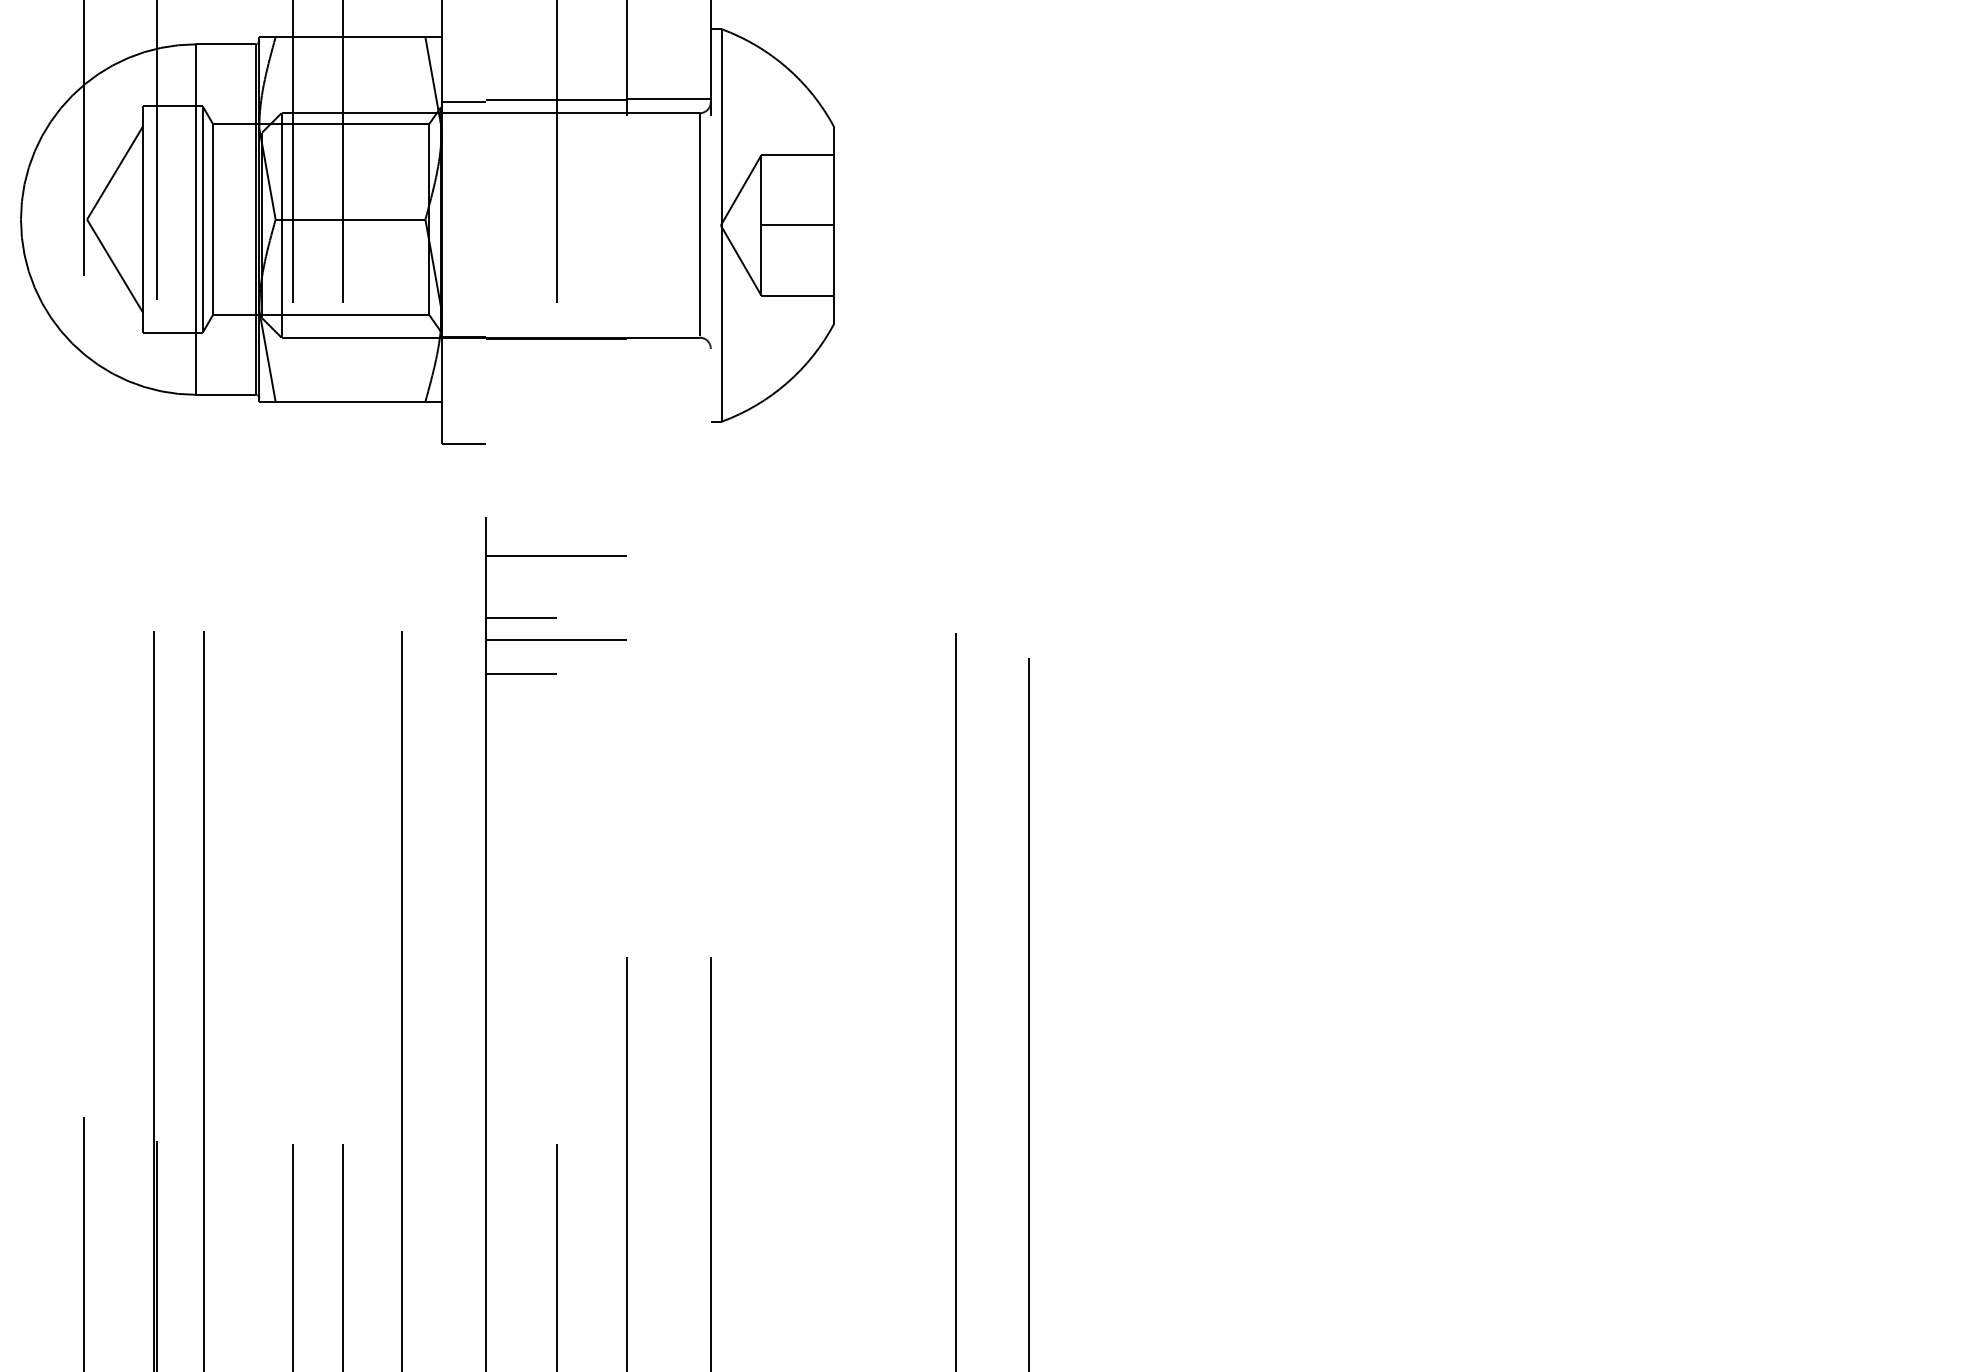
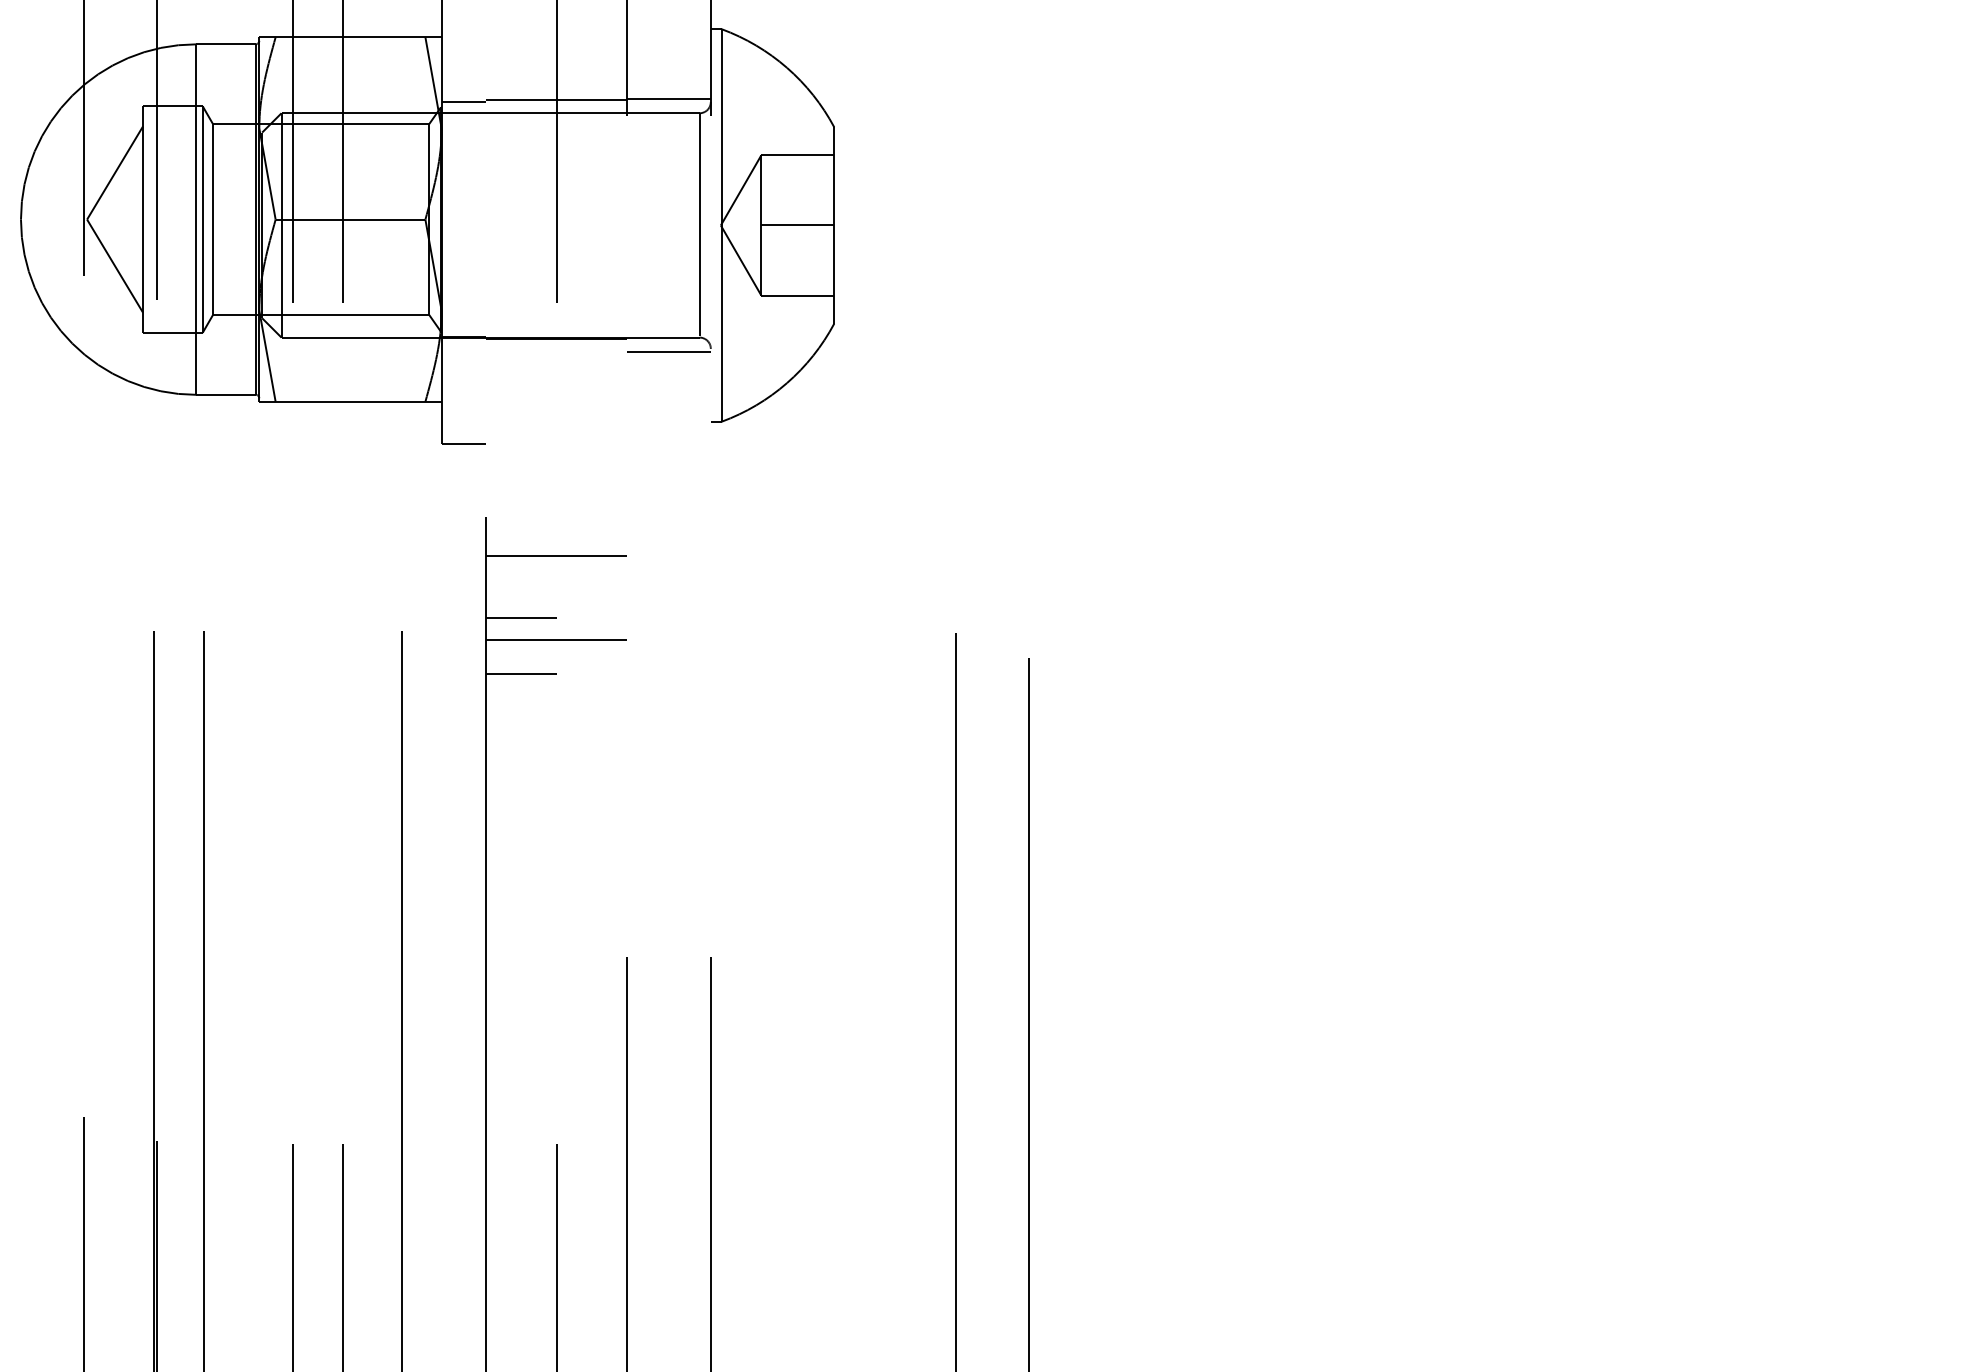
line at (668, 351): none -> present
